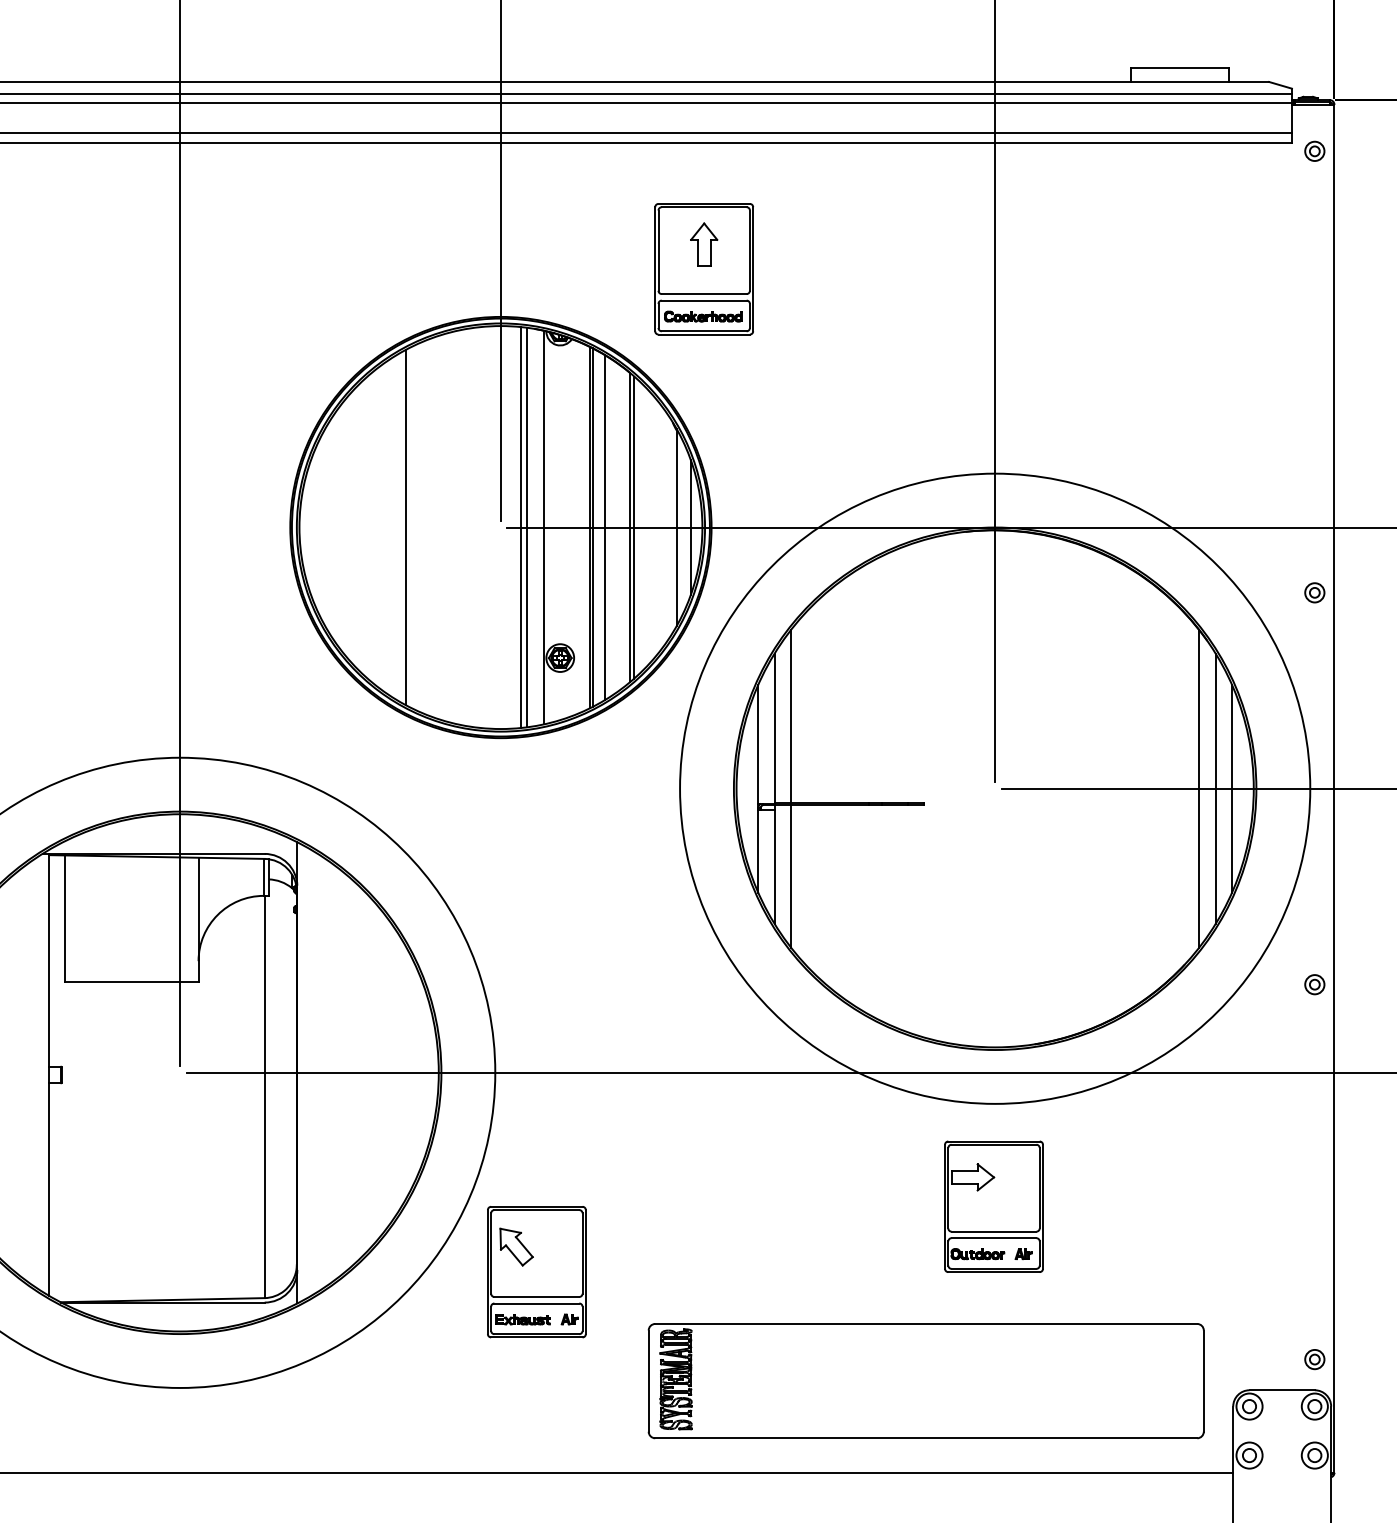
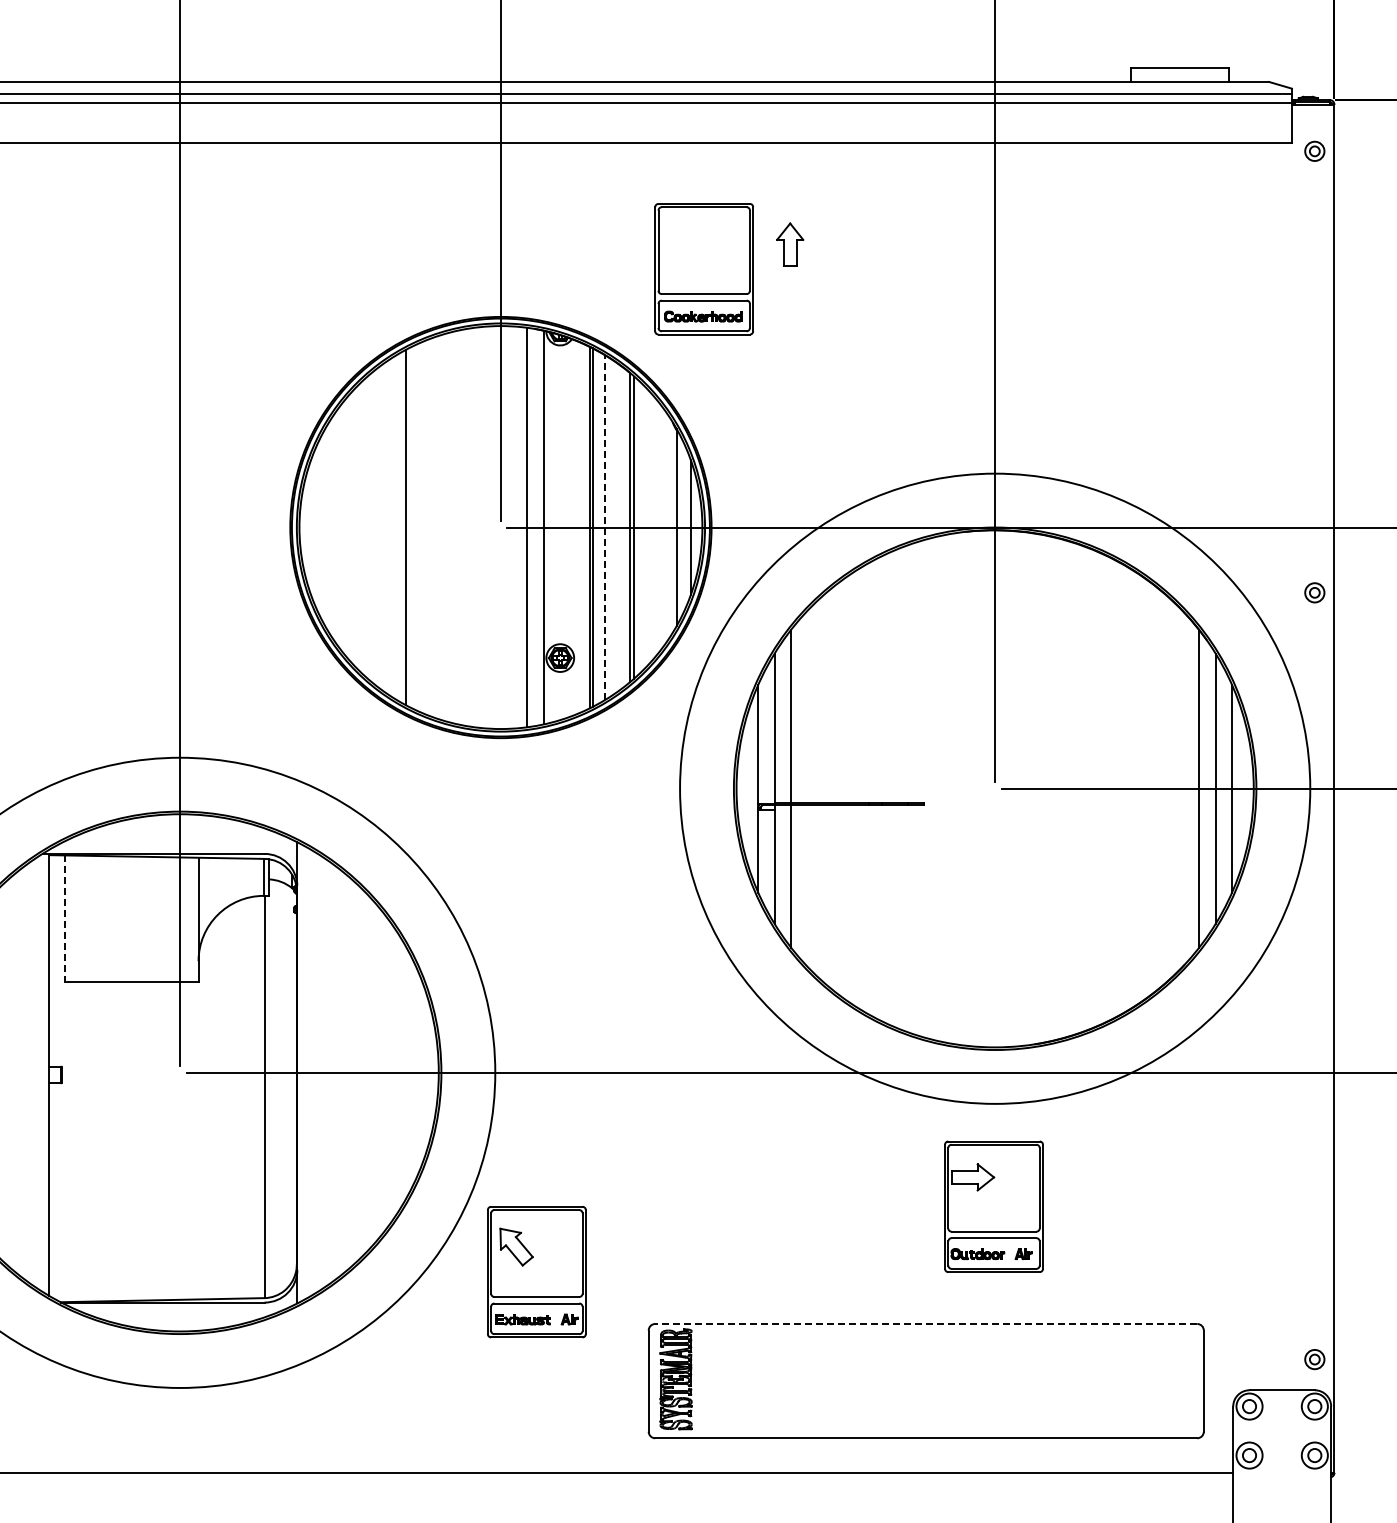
line at (646, 133): present -> none
part at (704, 244) position: (704, 244) -> (790, 244)
line at (521, 527): present -> none
line at (605, 527): solid -> dashed
line at (64, 919): solid -> dashed
part at (1314, 984): present -> none
line at (925, 1323): solid -> dashed
